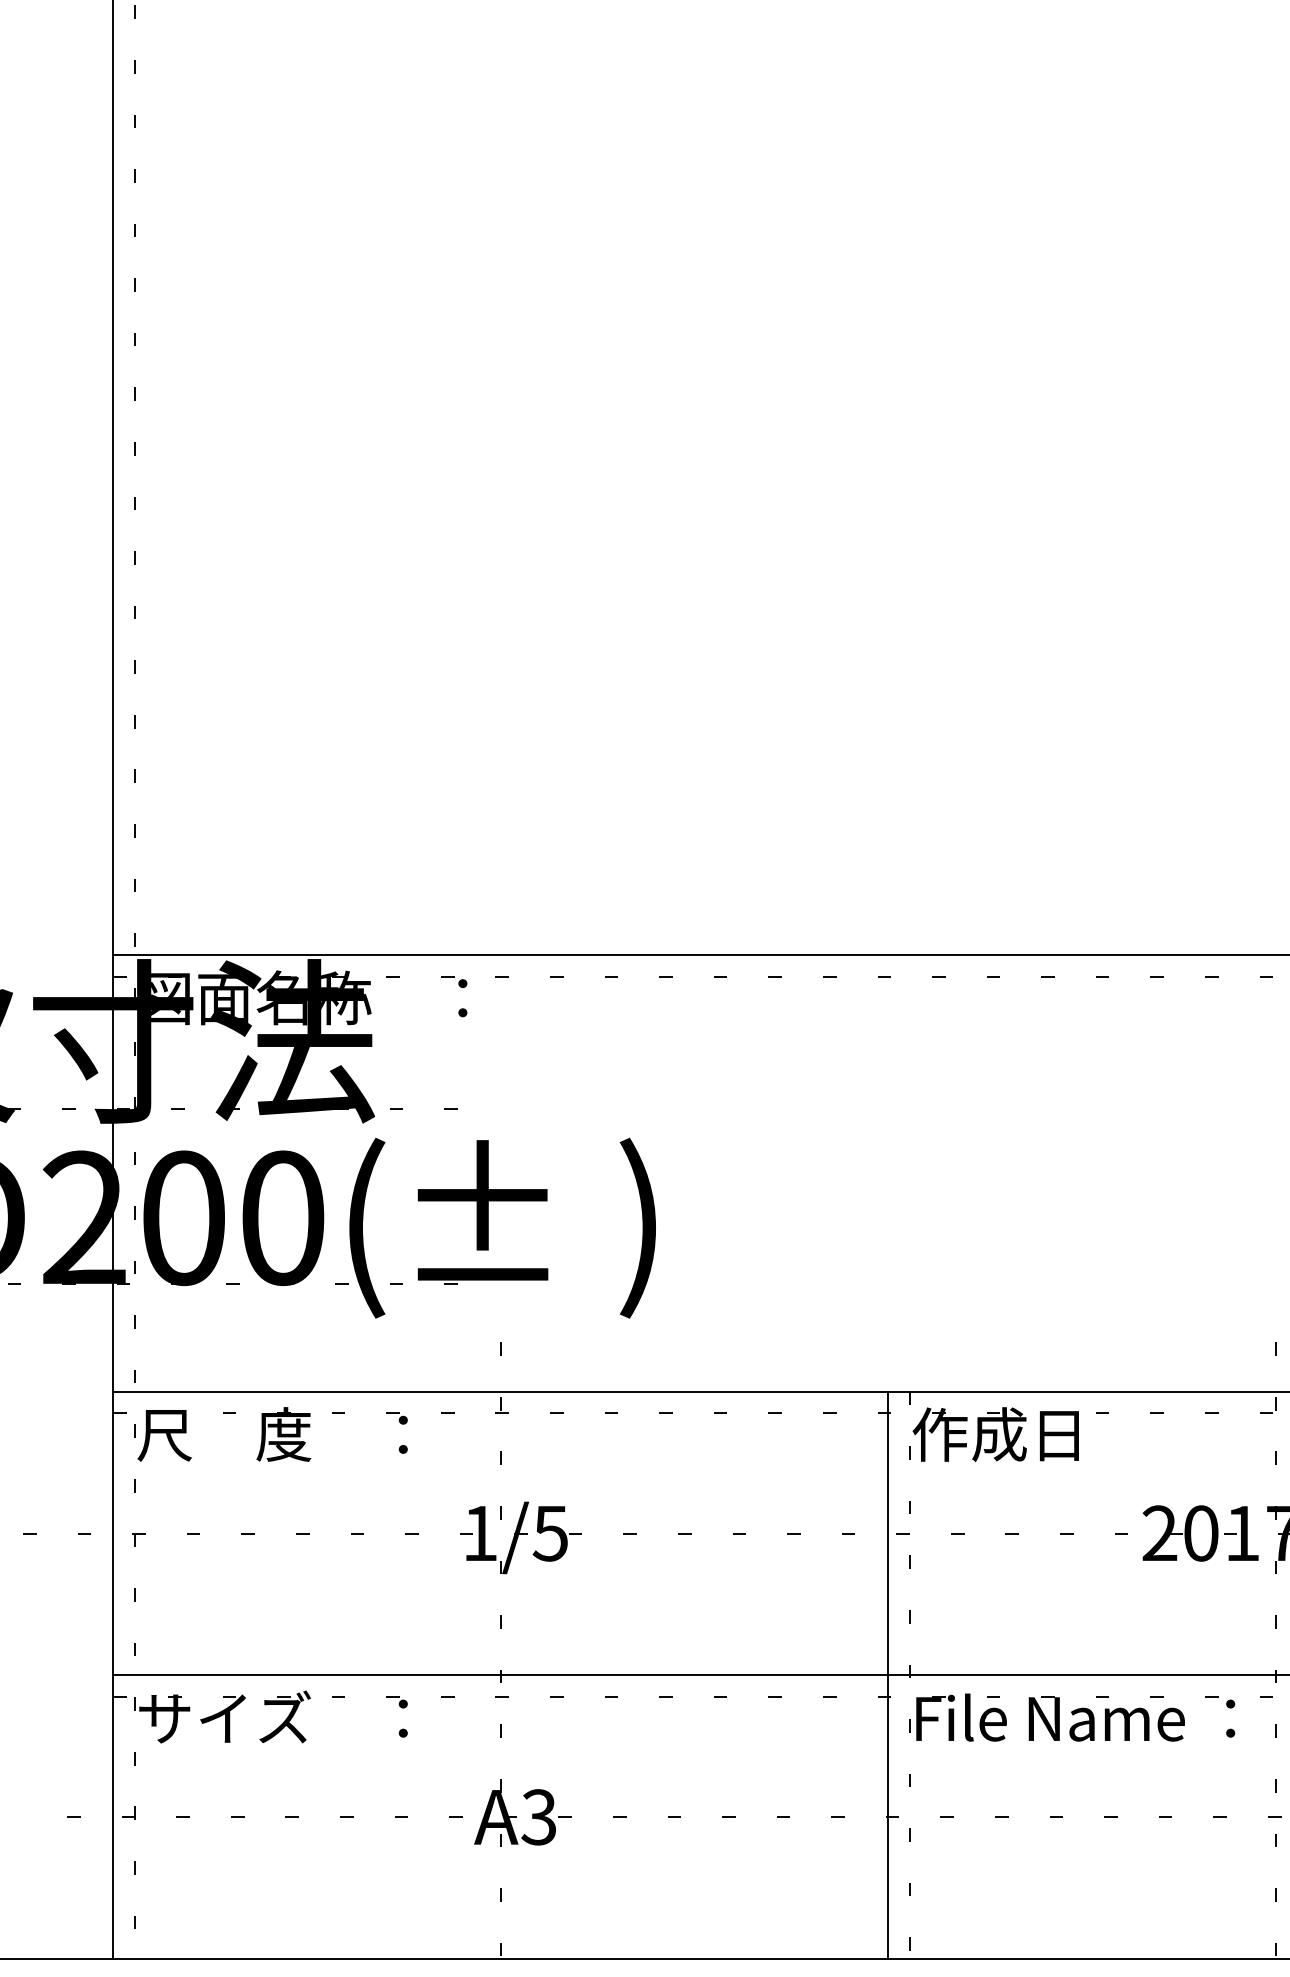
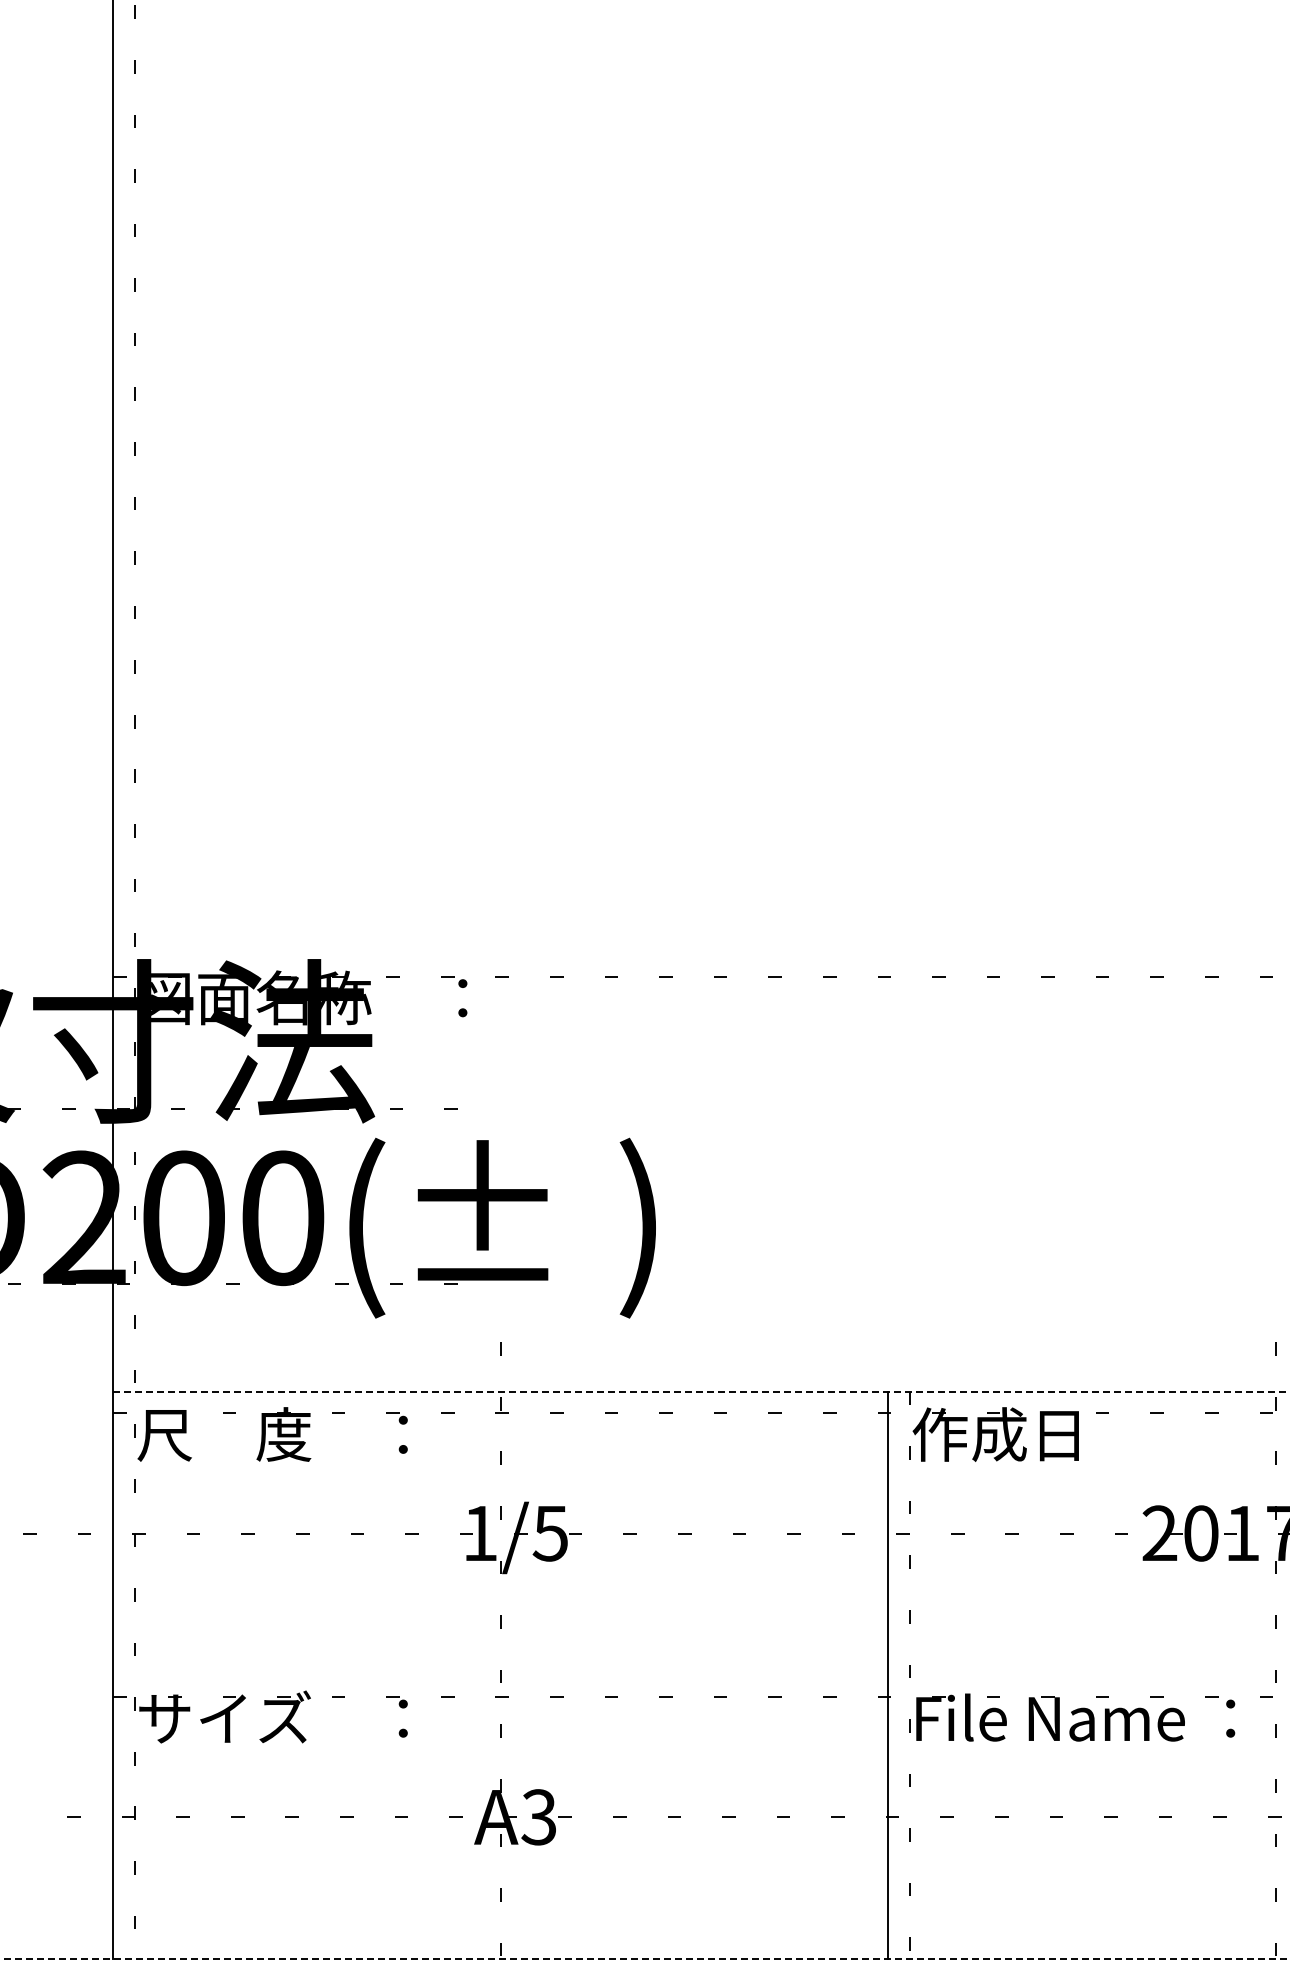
line at (699, 955): present -> none
line at (702, 1391): solid -> dashed
line at (699, 1675): present -> none
line at (645, 1959): solid -> dashed
